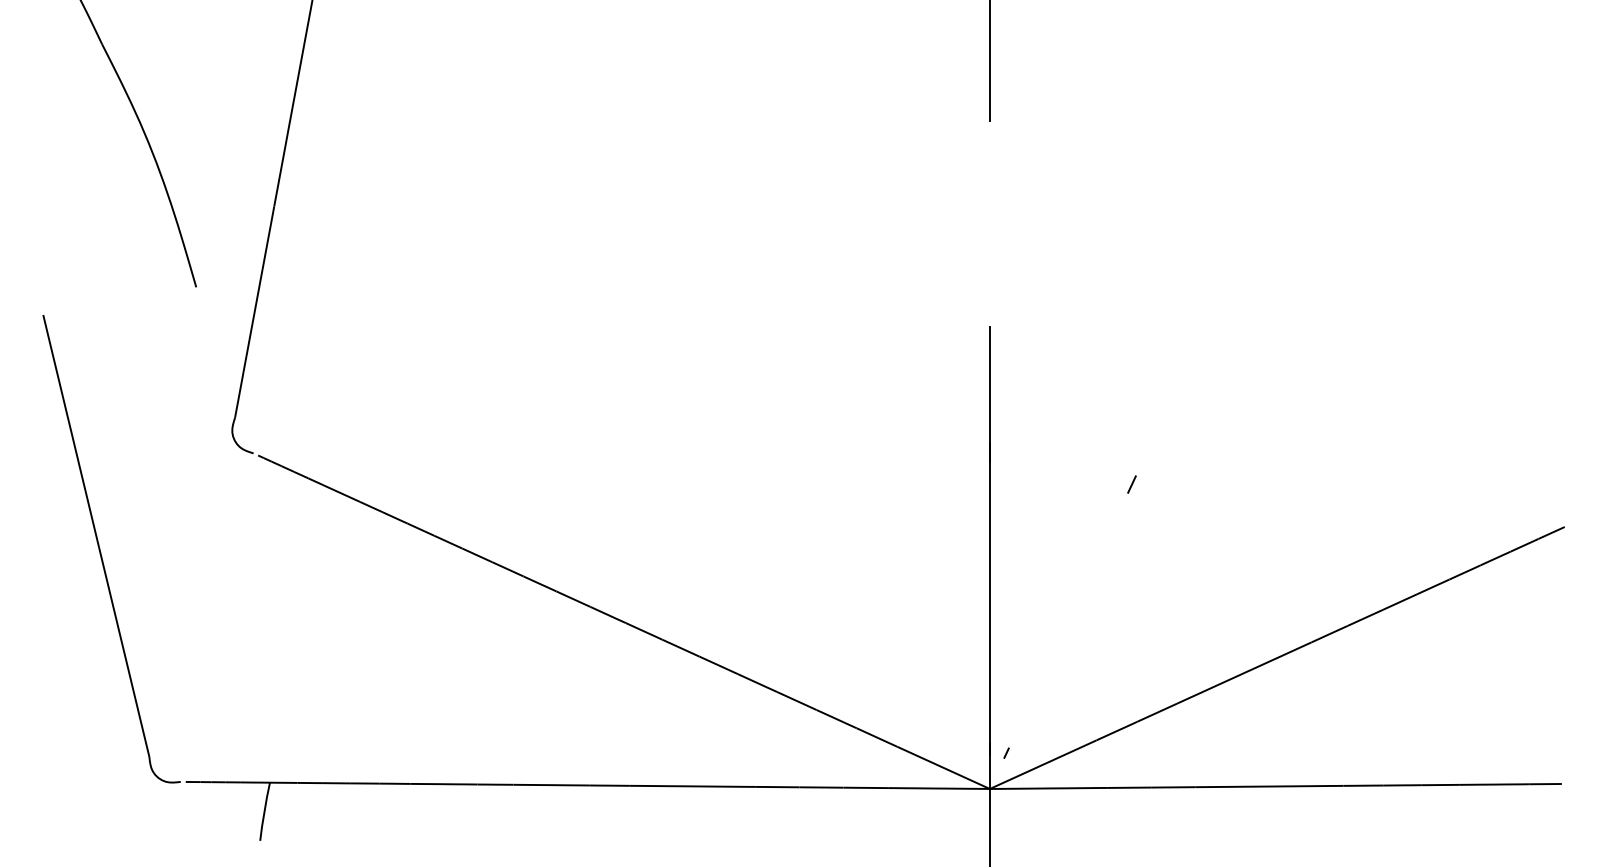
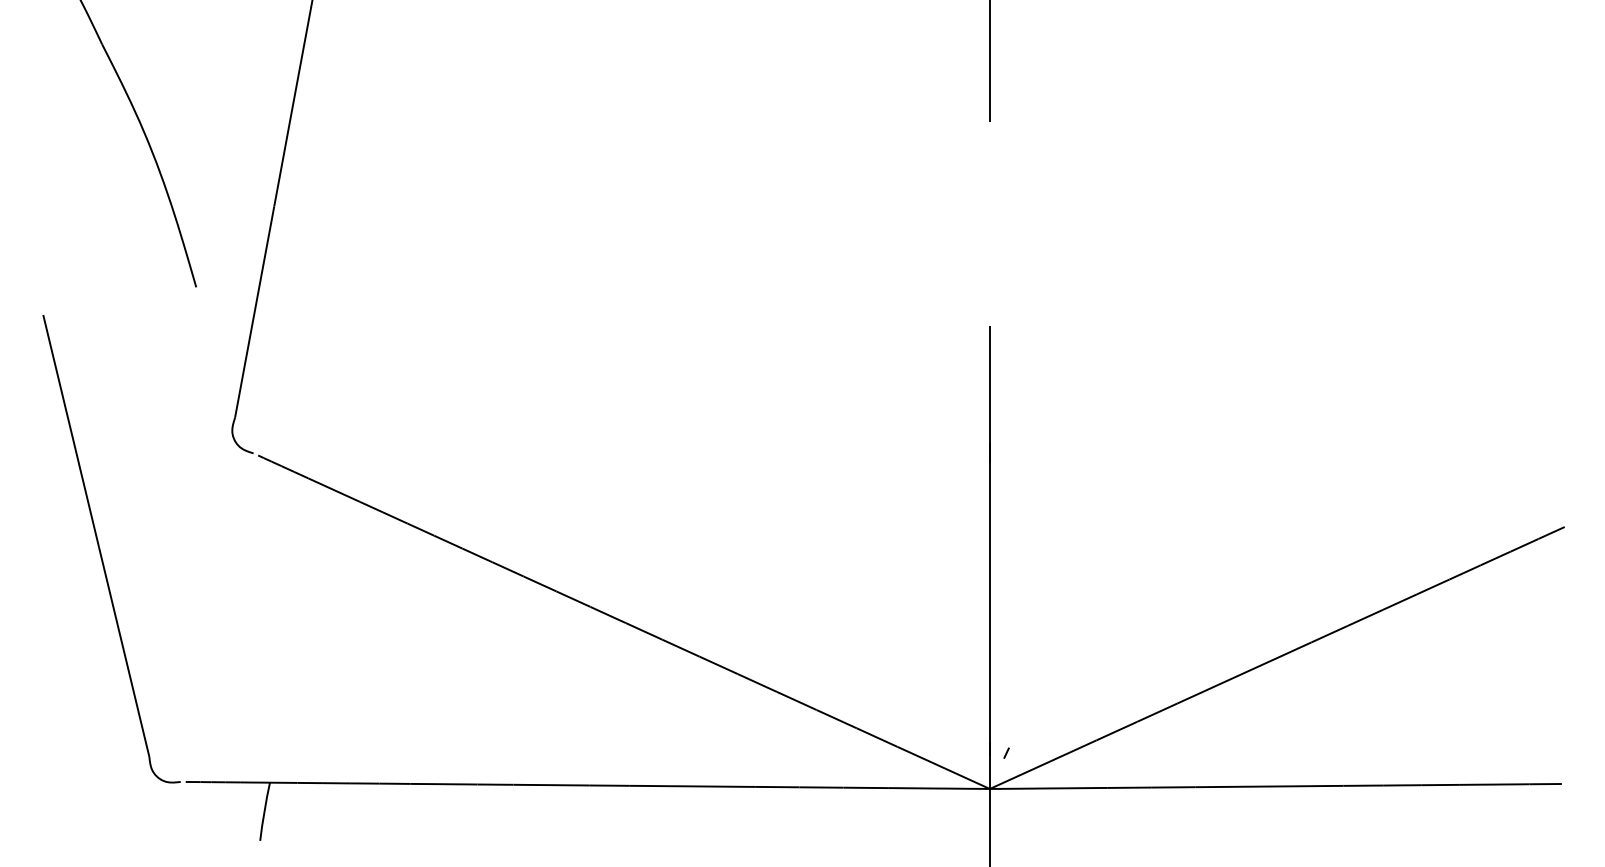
line at (1131, 484): present -> none
